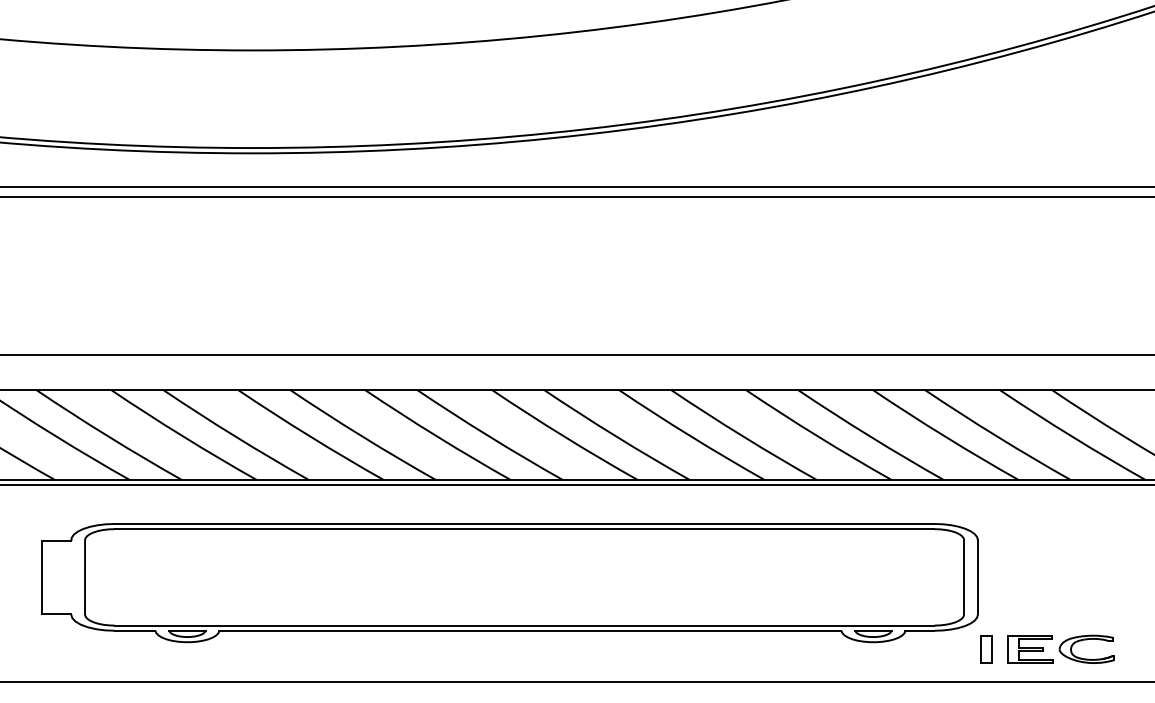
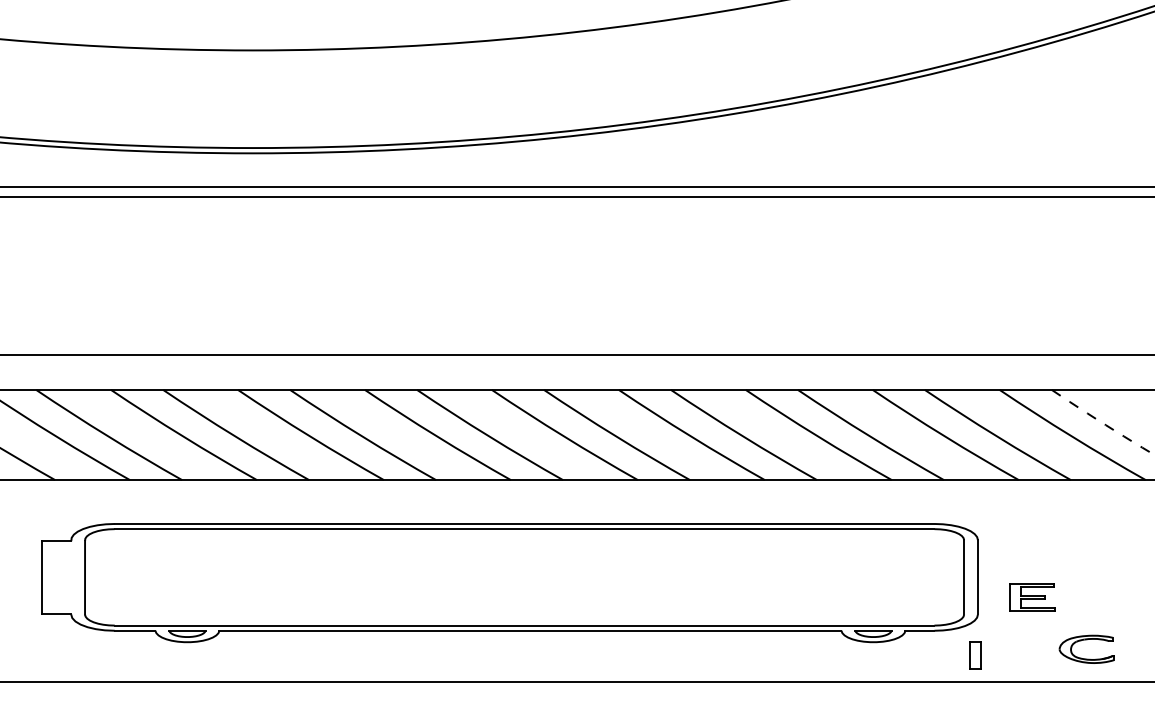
arc at (1102, 423): solid -> dashed
line at (576, 484): present -> none
part at (986, 649) position: (986, 649) -> (975, 655)
part at (1030, 649) position: (1030, 649) -> (1032, 597)
